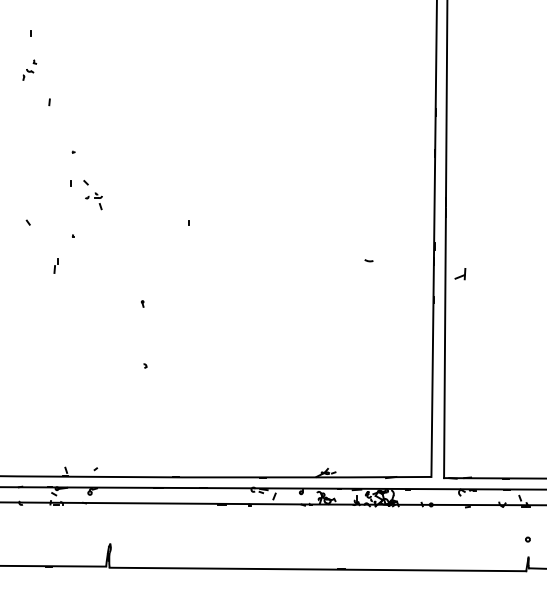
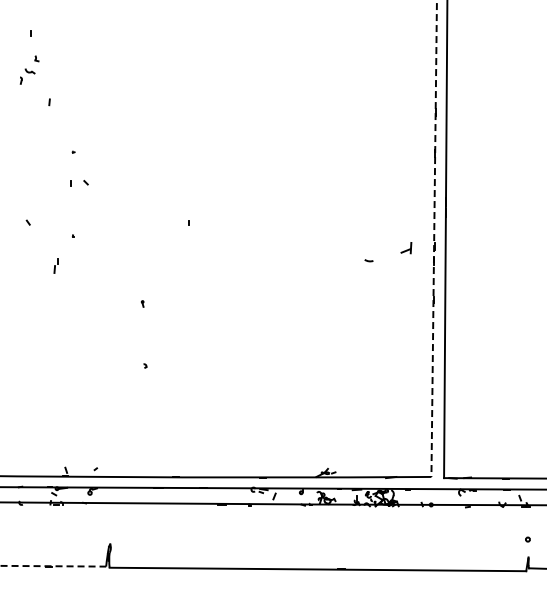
part at (29, 69) size: 16x22 px -> 21x30 px
part at (93, 201): present -> none
line at (434, 239): solid -> dashed
part at (460, 274) position: (460, 274) -> (406, 248)
line at (53, 566): solid -> dashed
